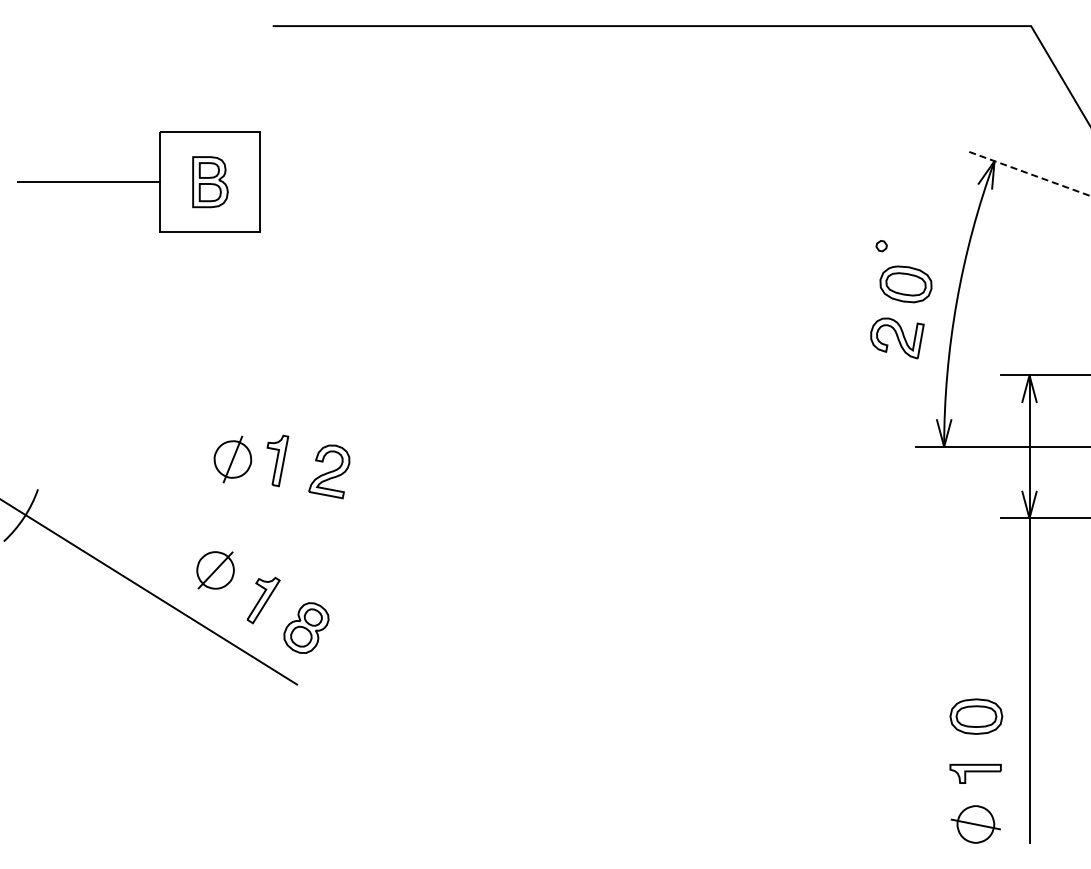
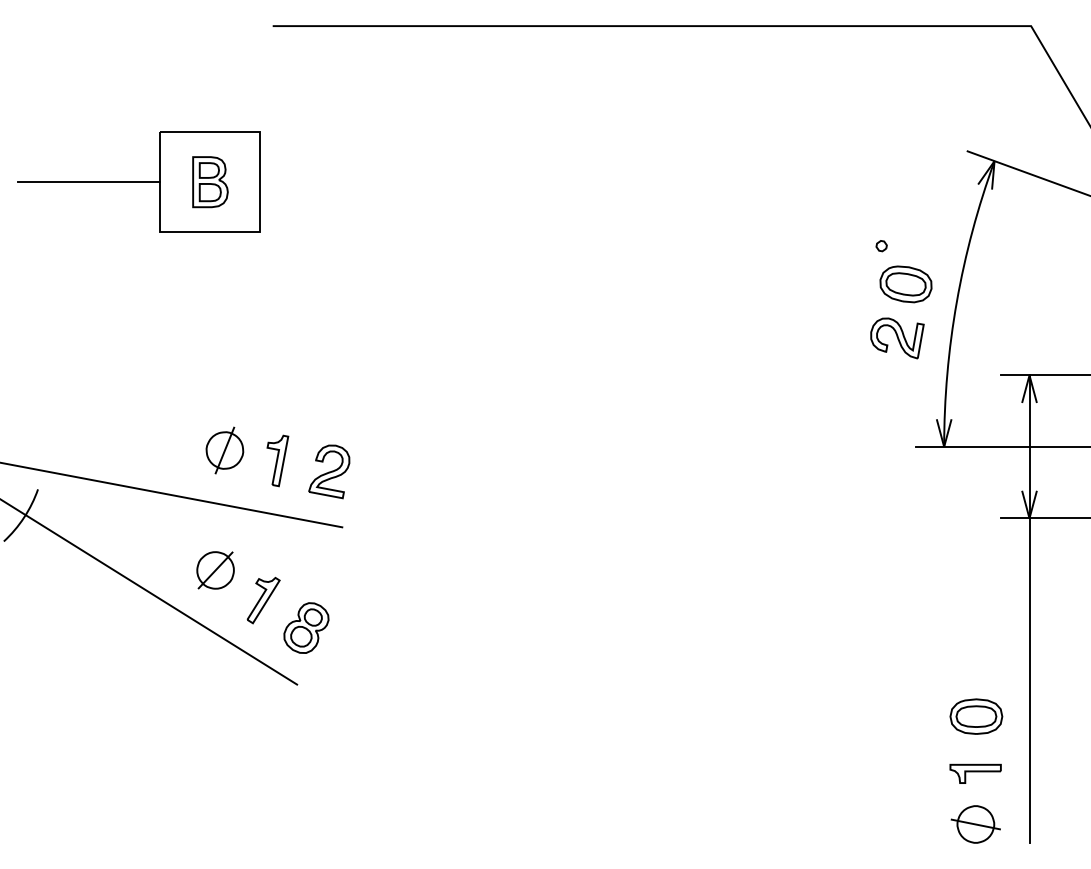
line at (1028, 173): dashed -> solid
part at (232, 459) position: (232, 459) -> (224, 450)
line at (172, 495): none -> present
